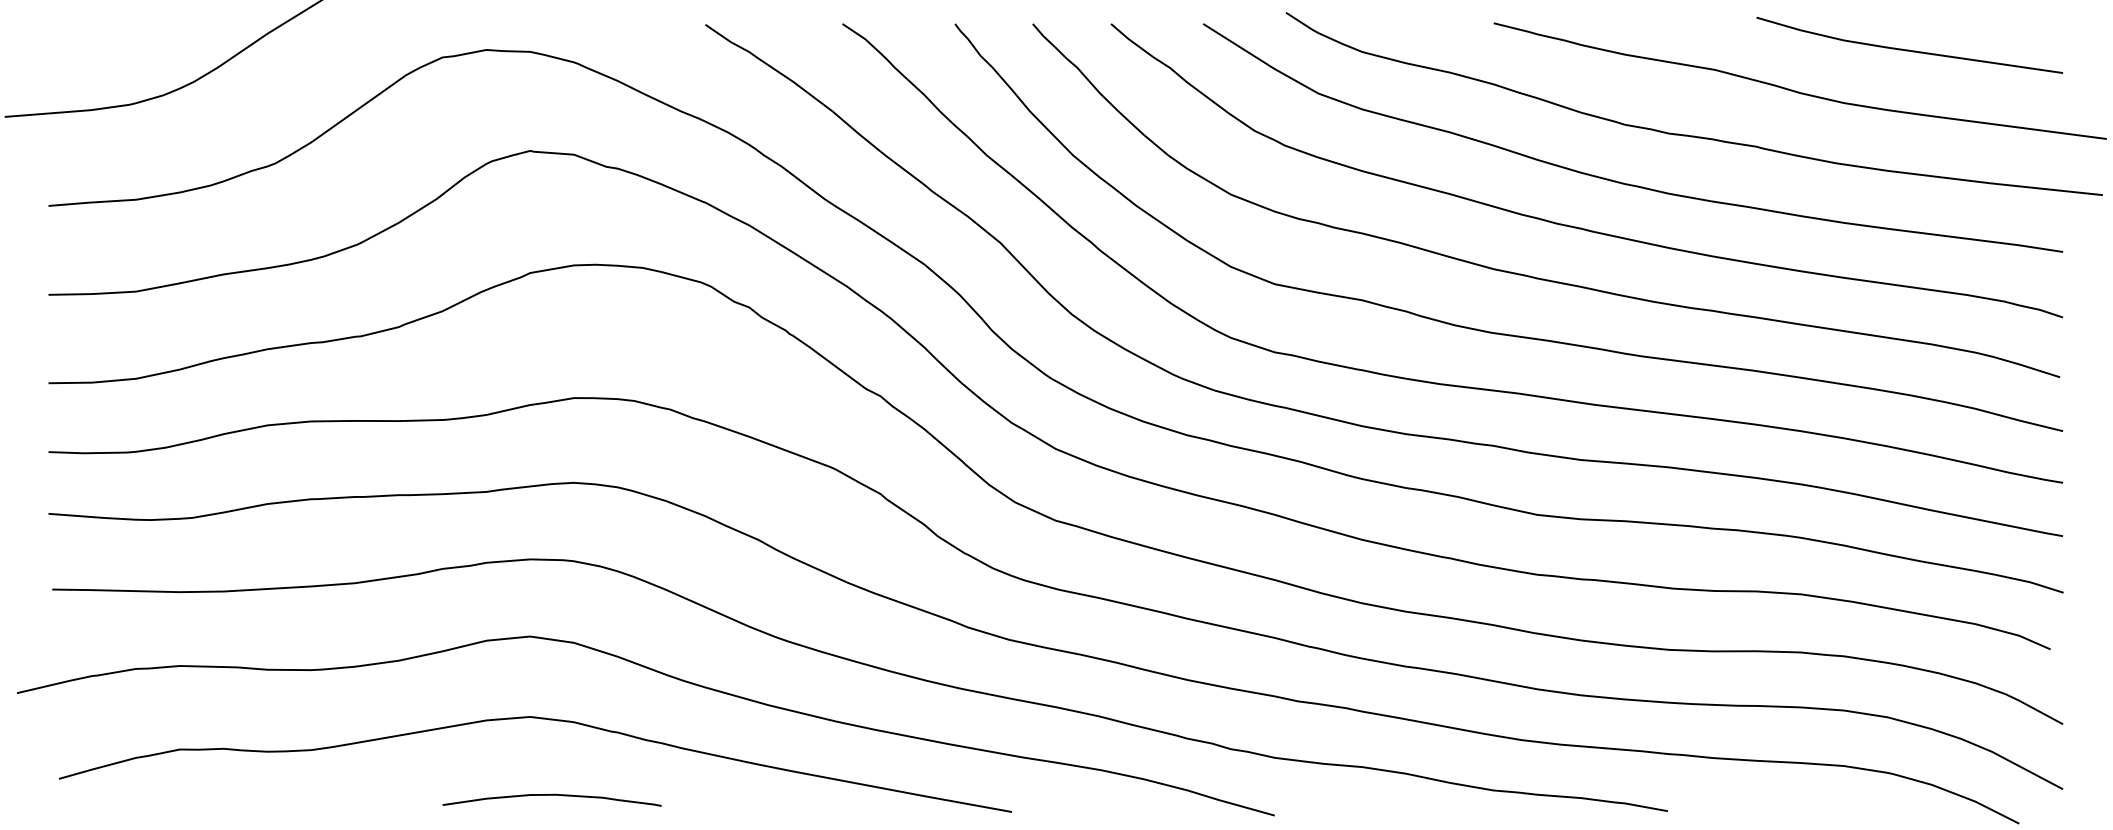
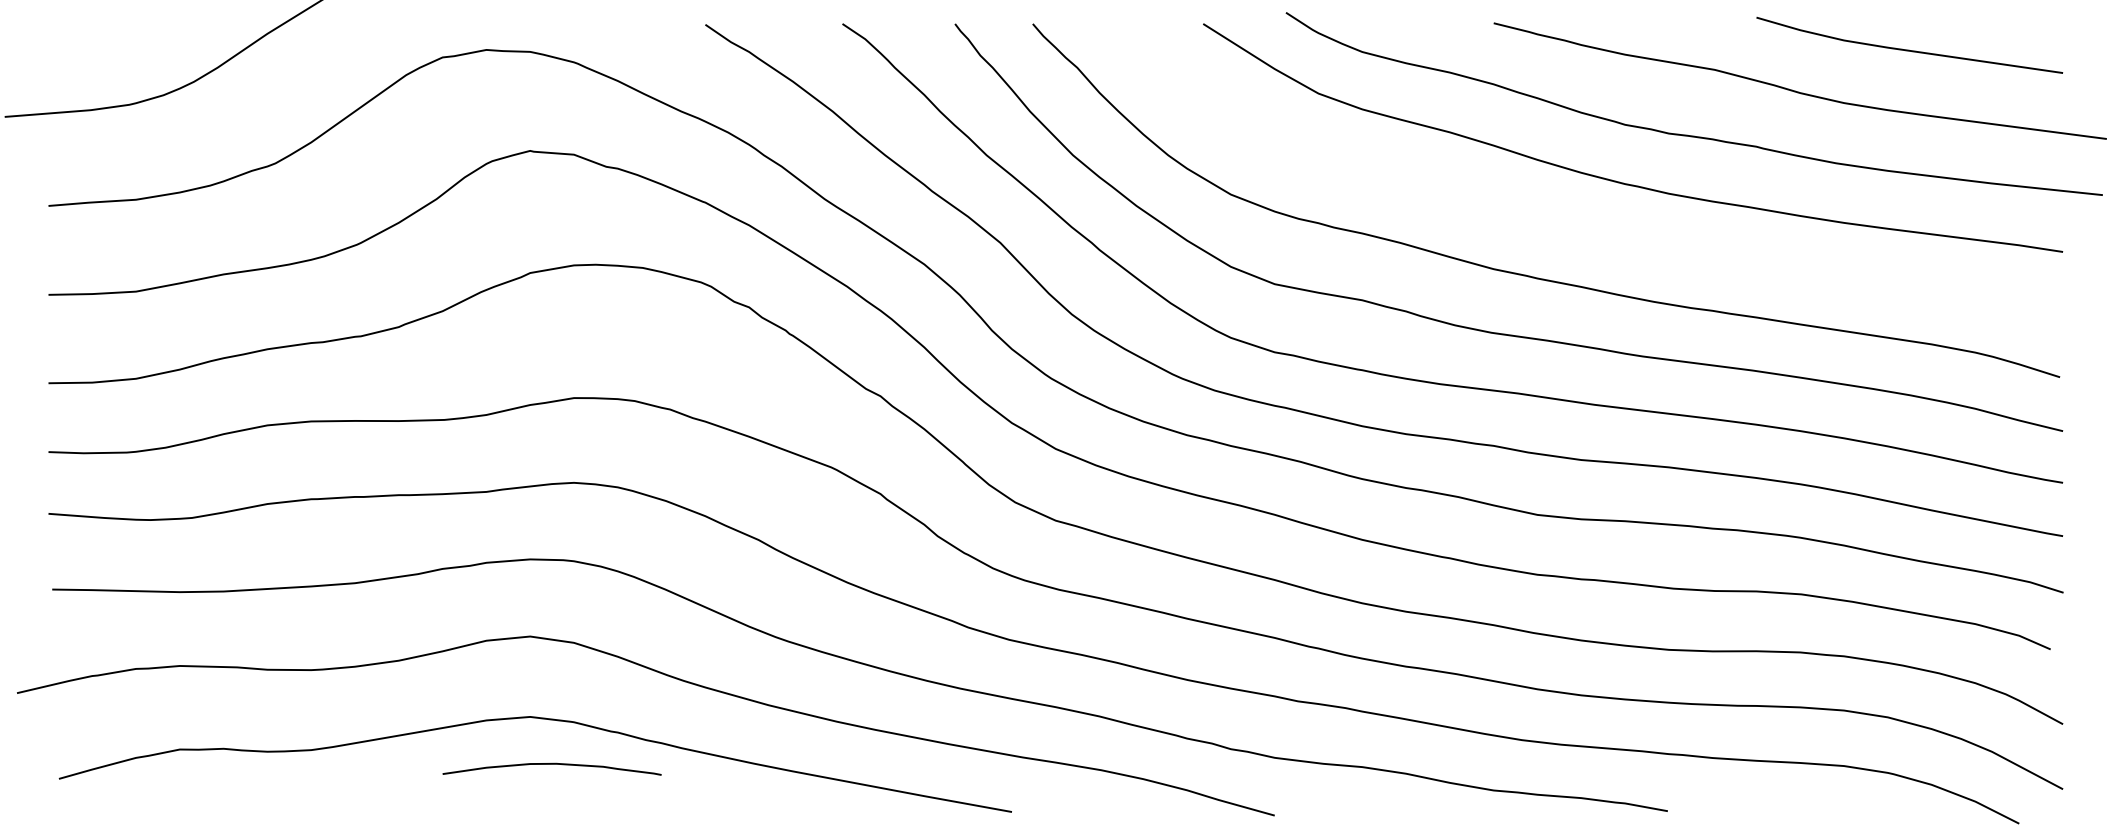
curve at (1576, 226): present -> none
curve at (551, 795) position: (551, 795) -> (551, 764)
